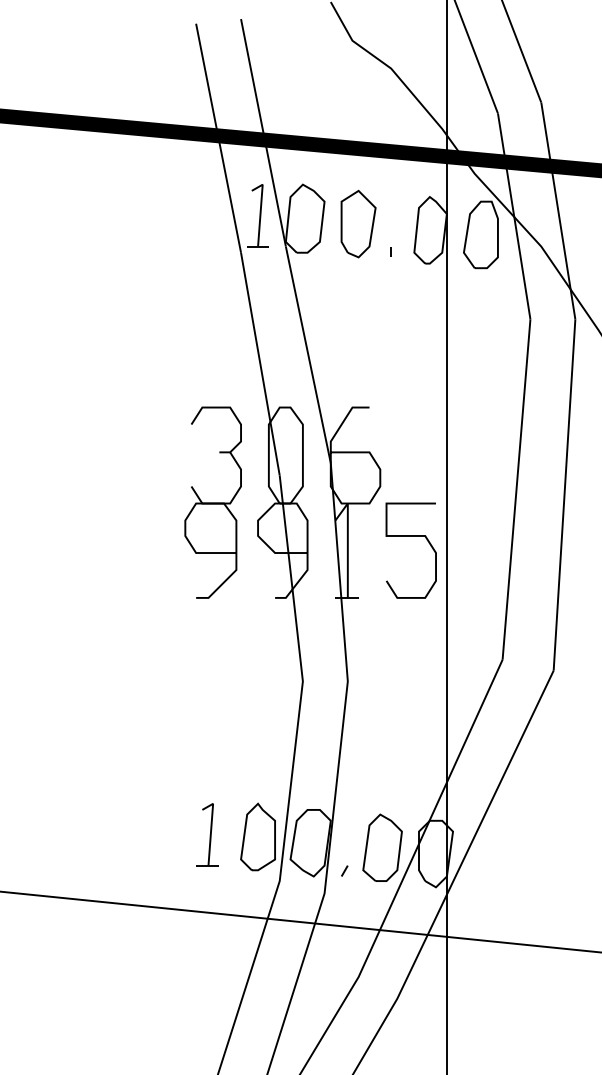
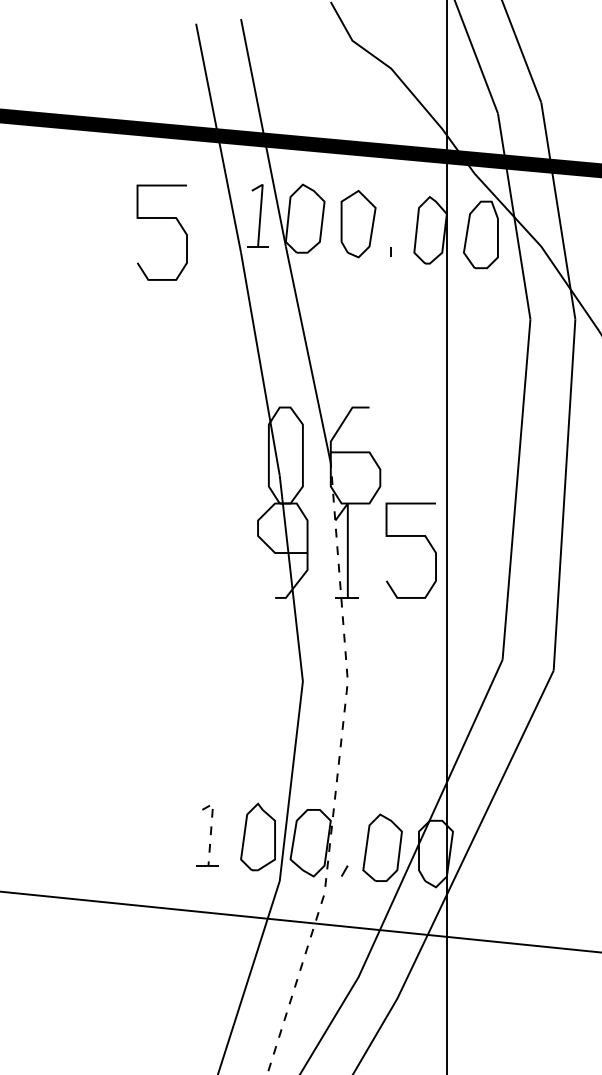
curve at (161, 218): none -> present
part at (212, 502): present -> none
line at (337, 772): solid -> dashed
line at (211, 828): solid -> dashed
